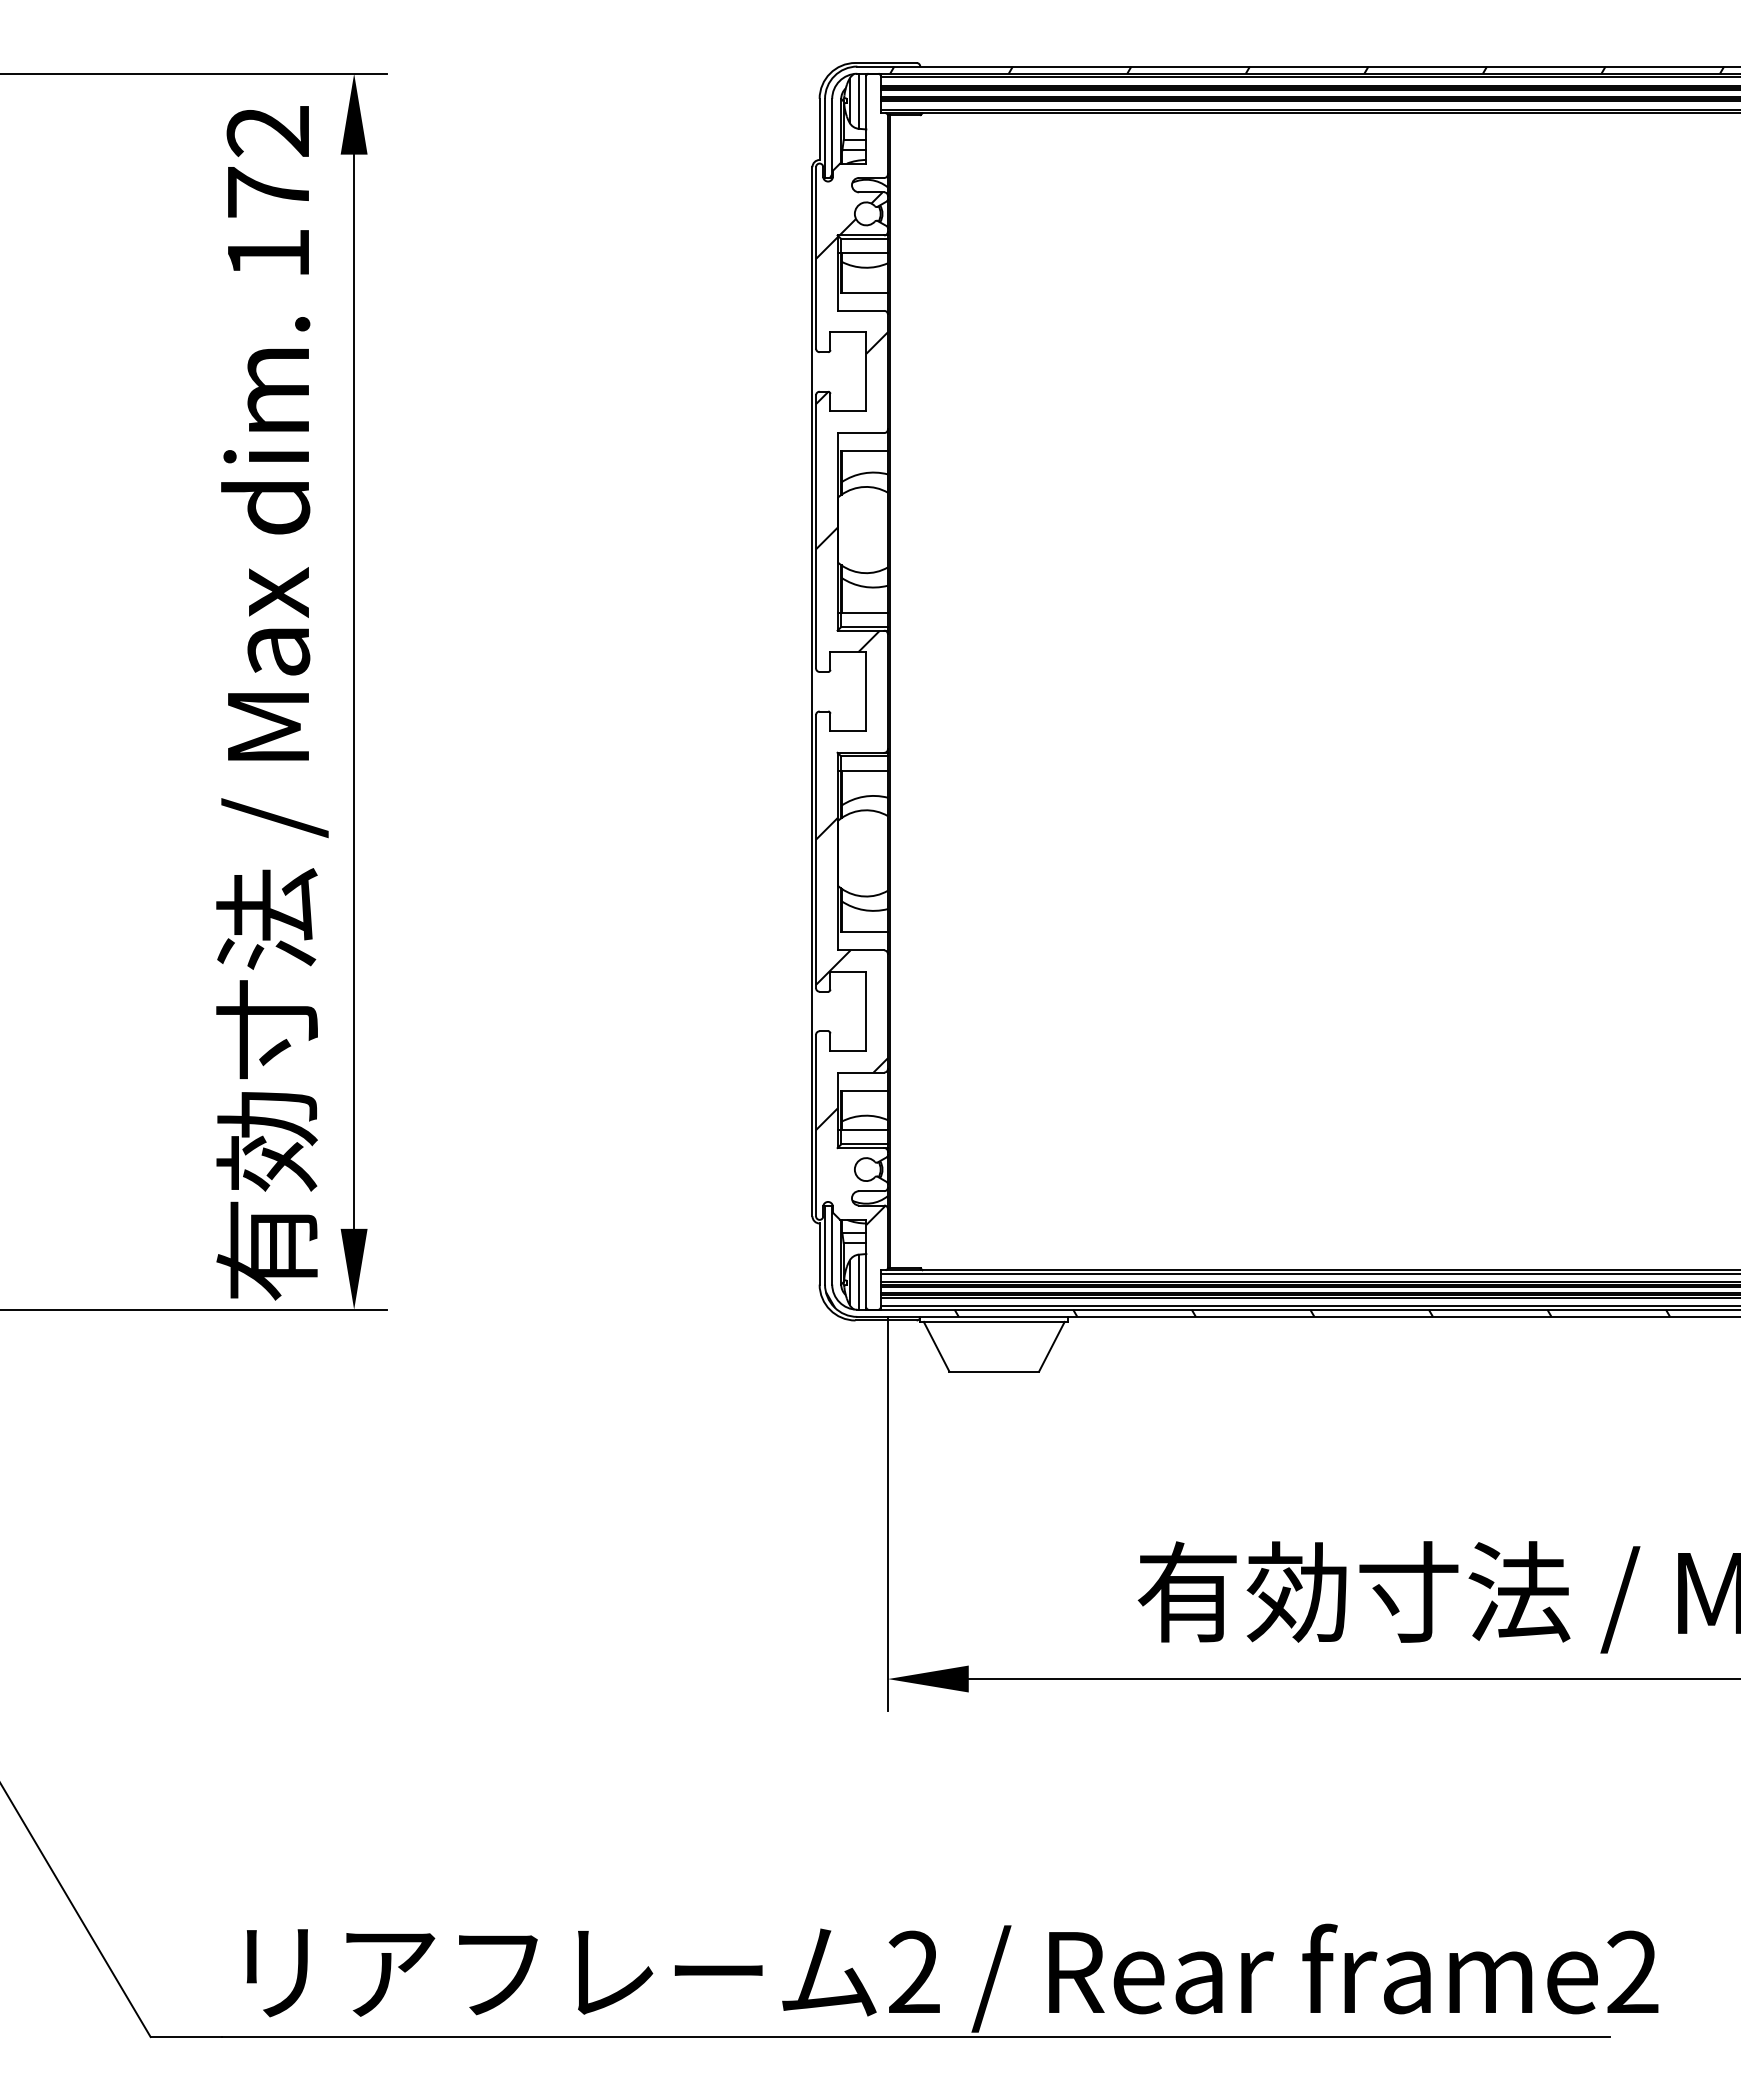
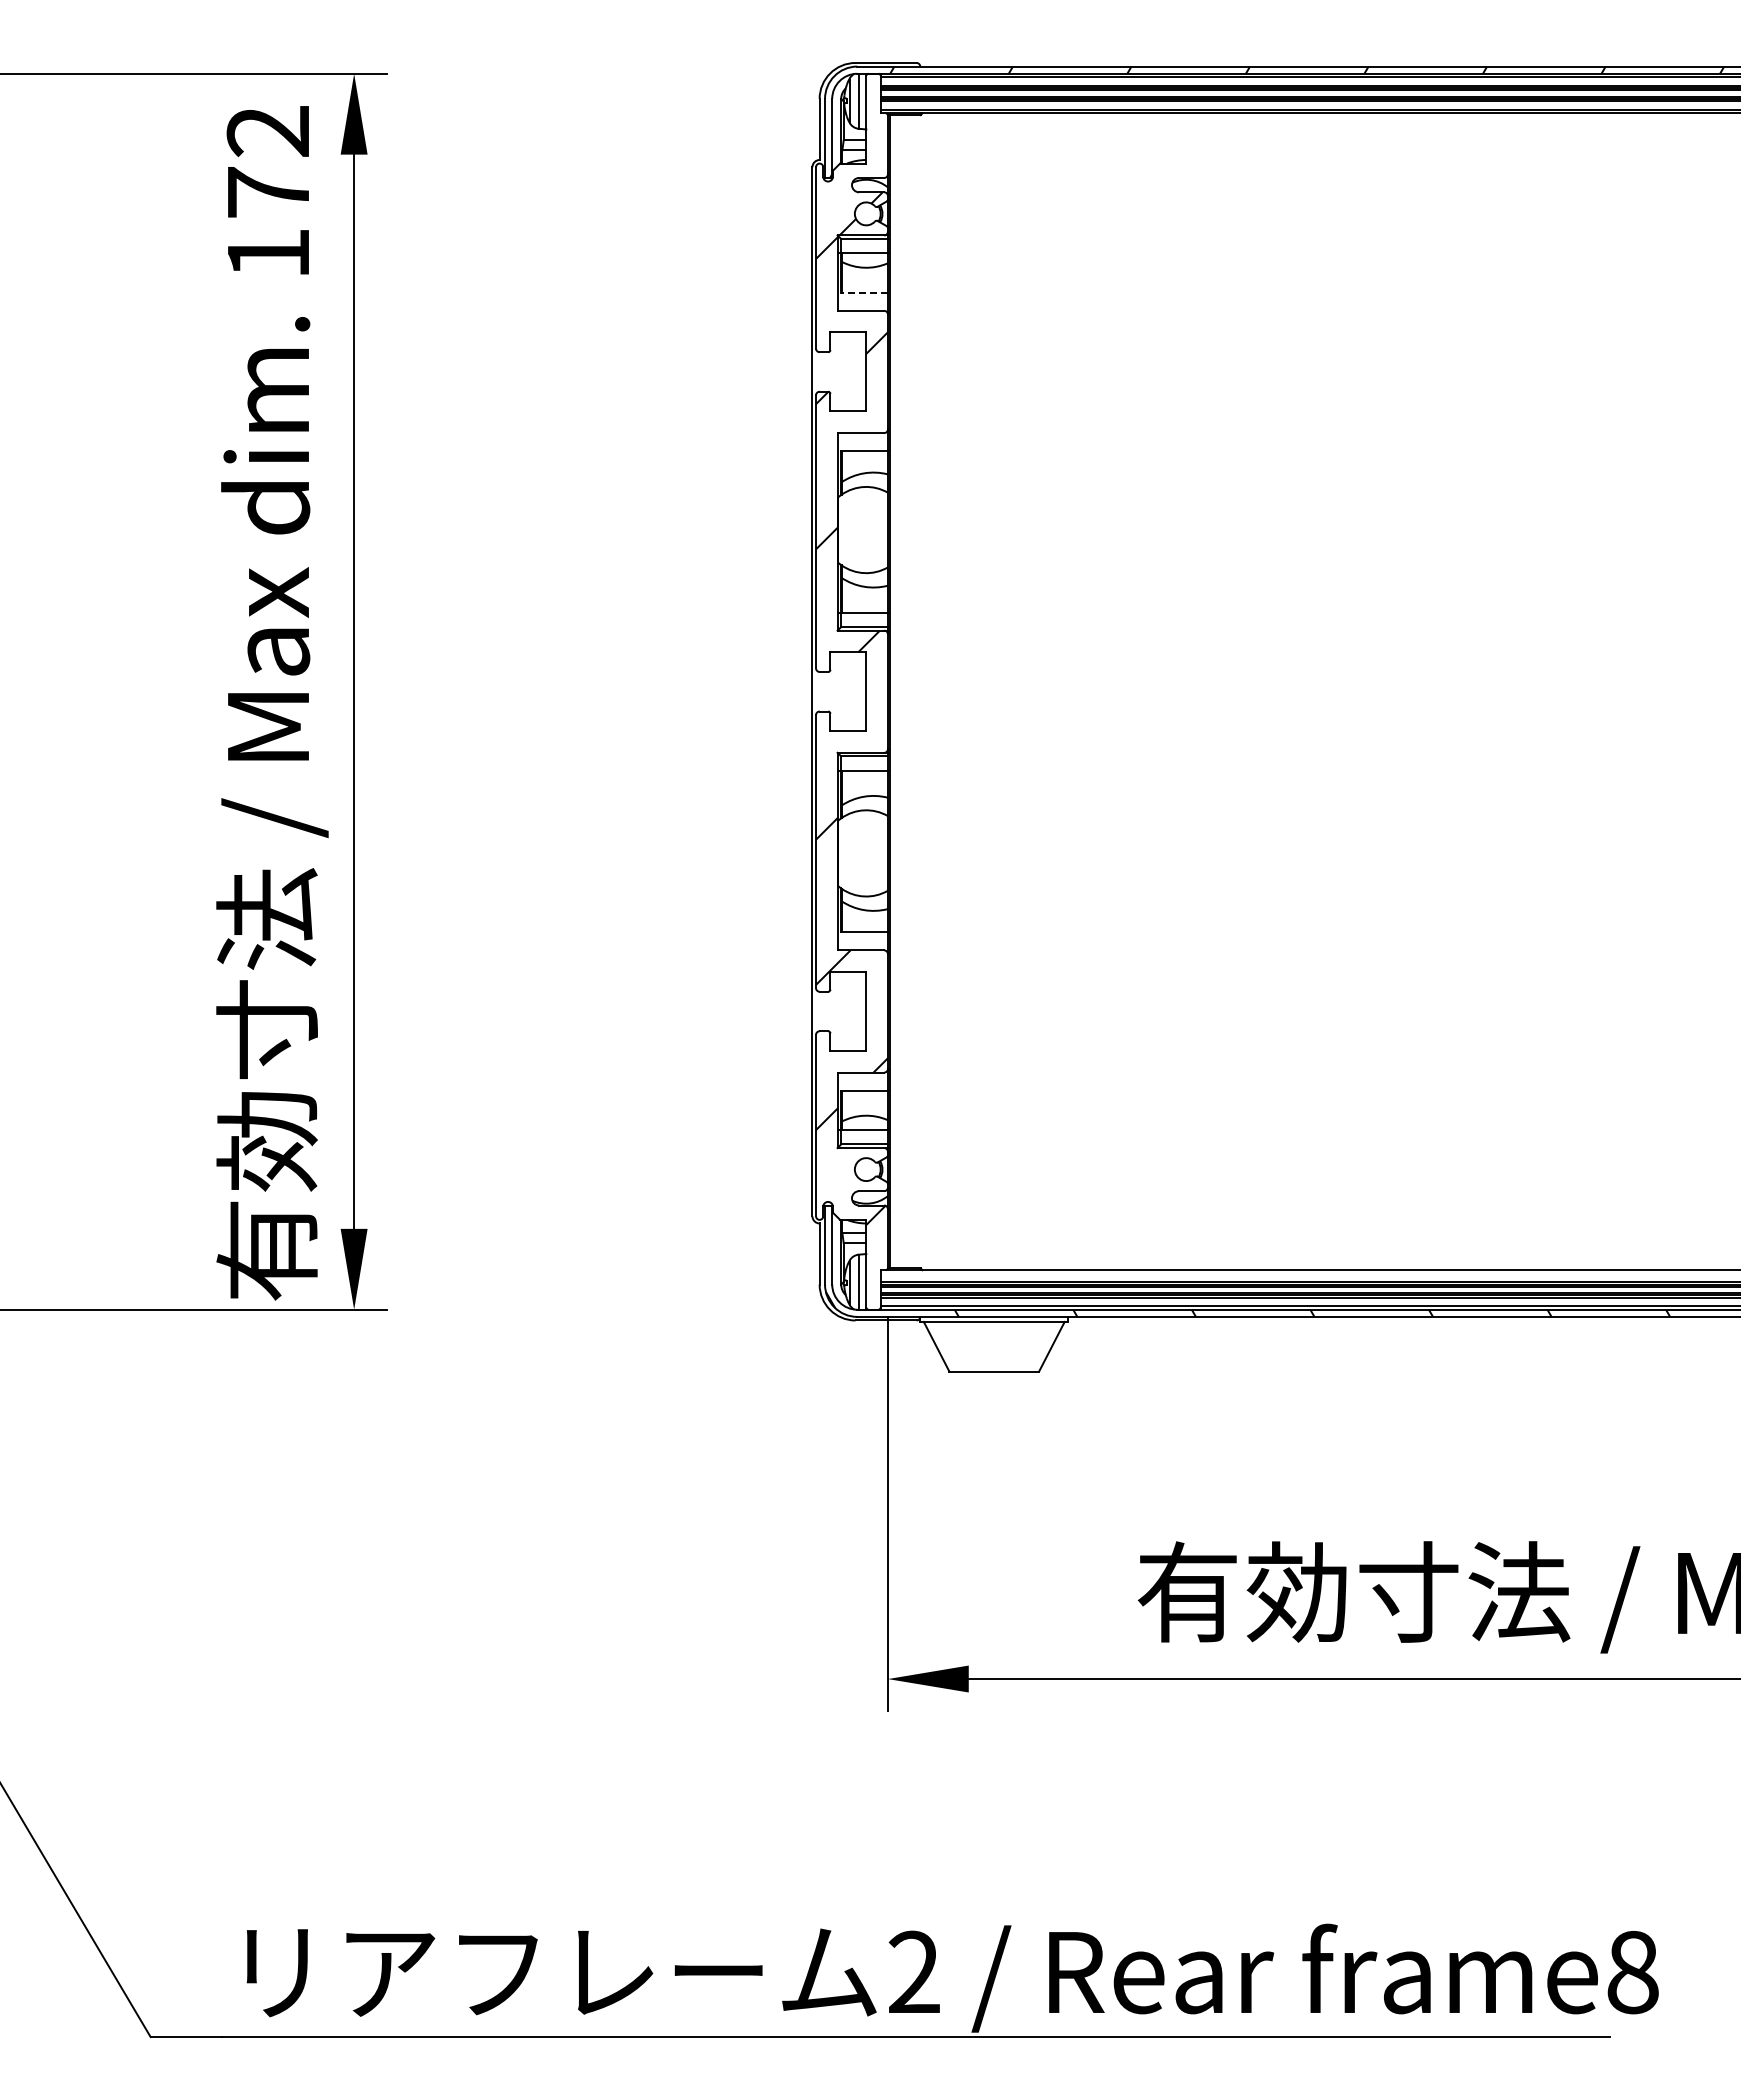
line at (864, 292): solid -> dashed
line at (1308, 1273): present -> none
text at (1632, 1972): frame2 -> frame8
